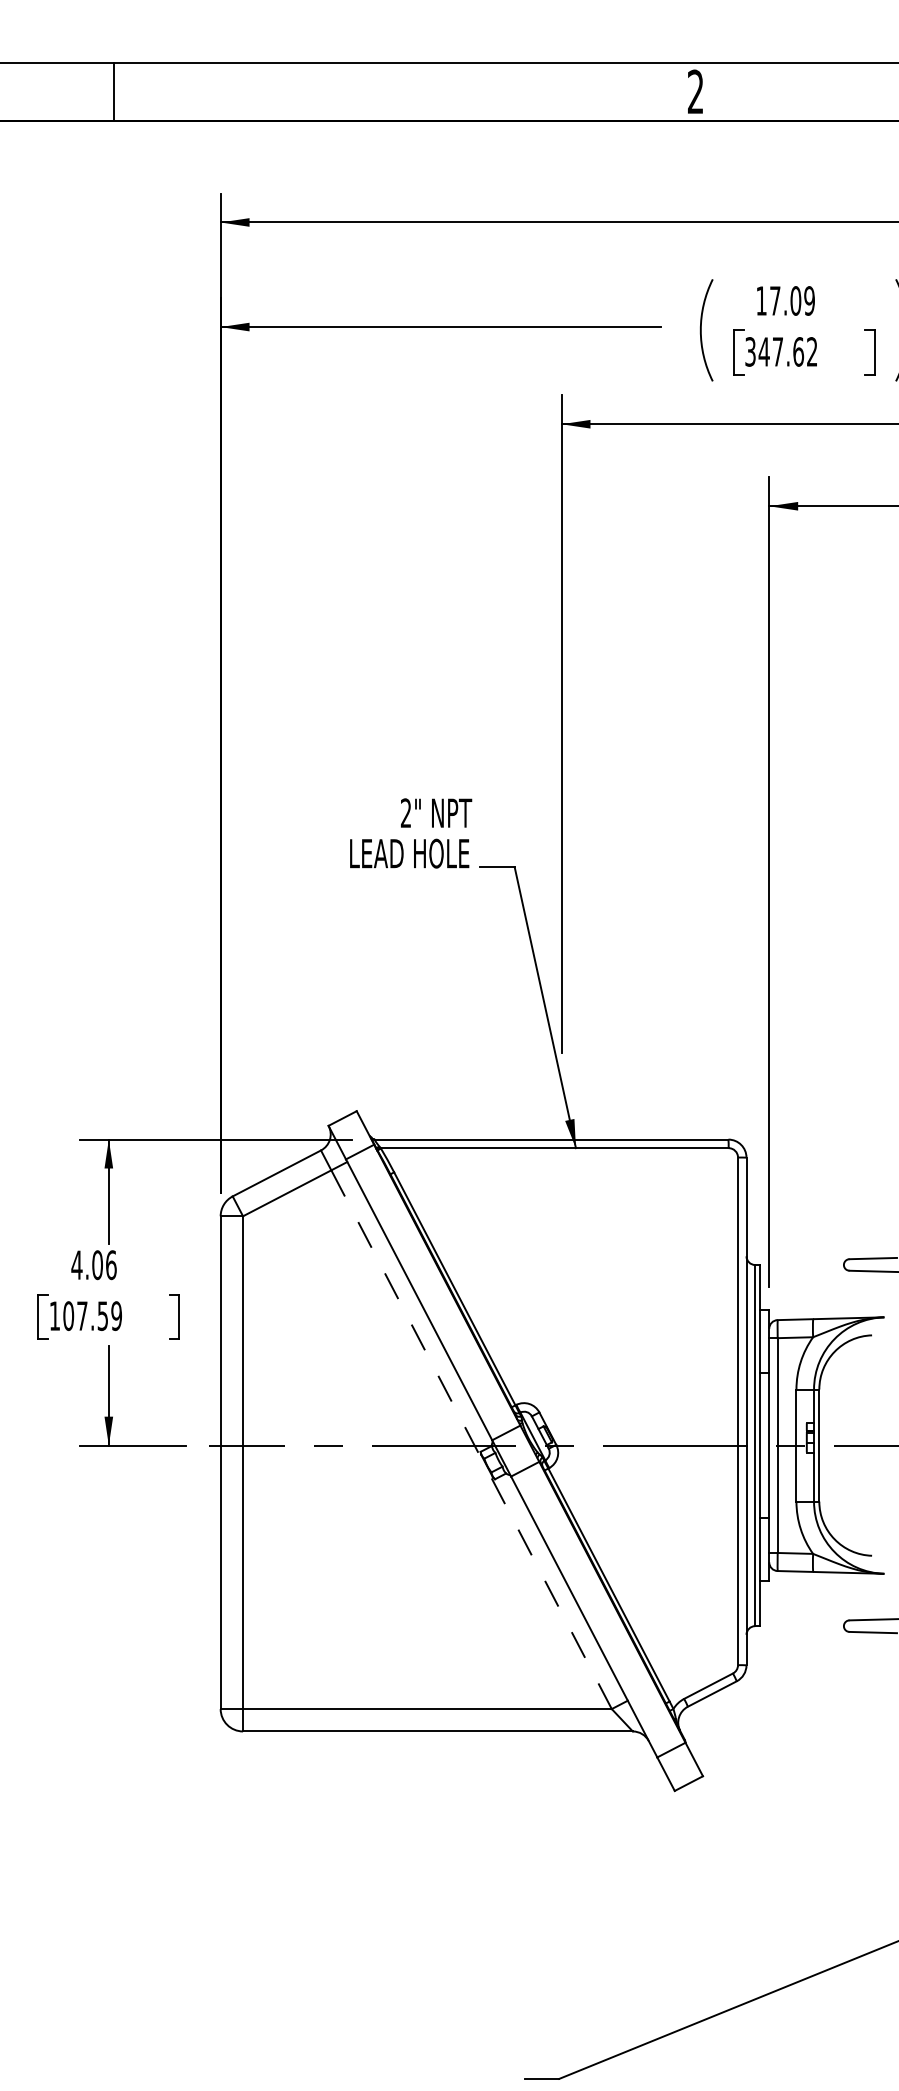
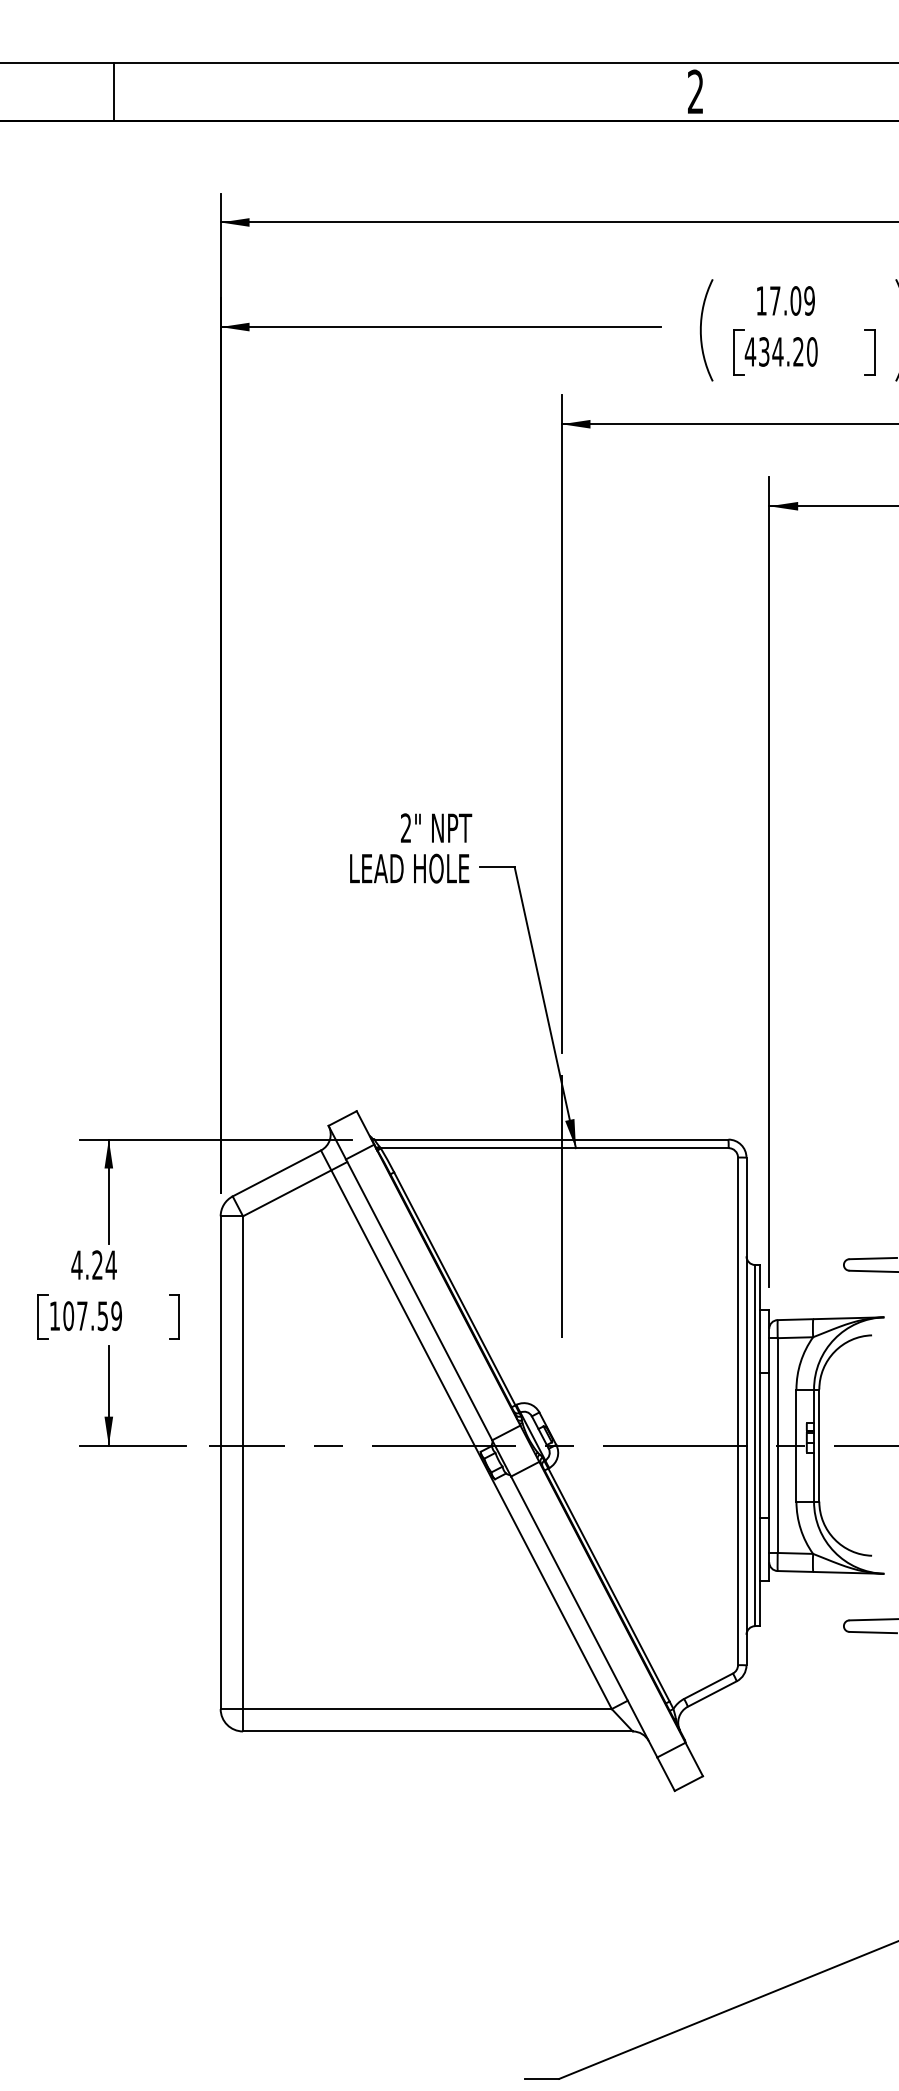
text at (780, 351): 347.62 -> 434.20
text at (411, 833) position: (411, 833) -> (411, 848)
line at (561, 1206): none -> present
text at (104, 1265): 4.06 -> 4.24
line at (471, 1439): dashed -> solid
